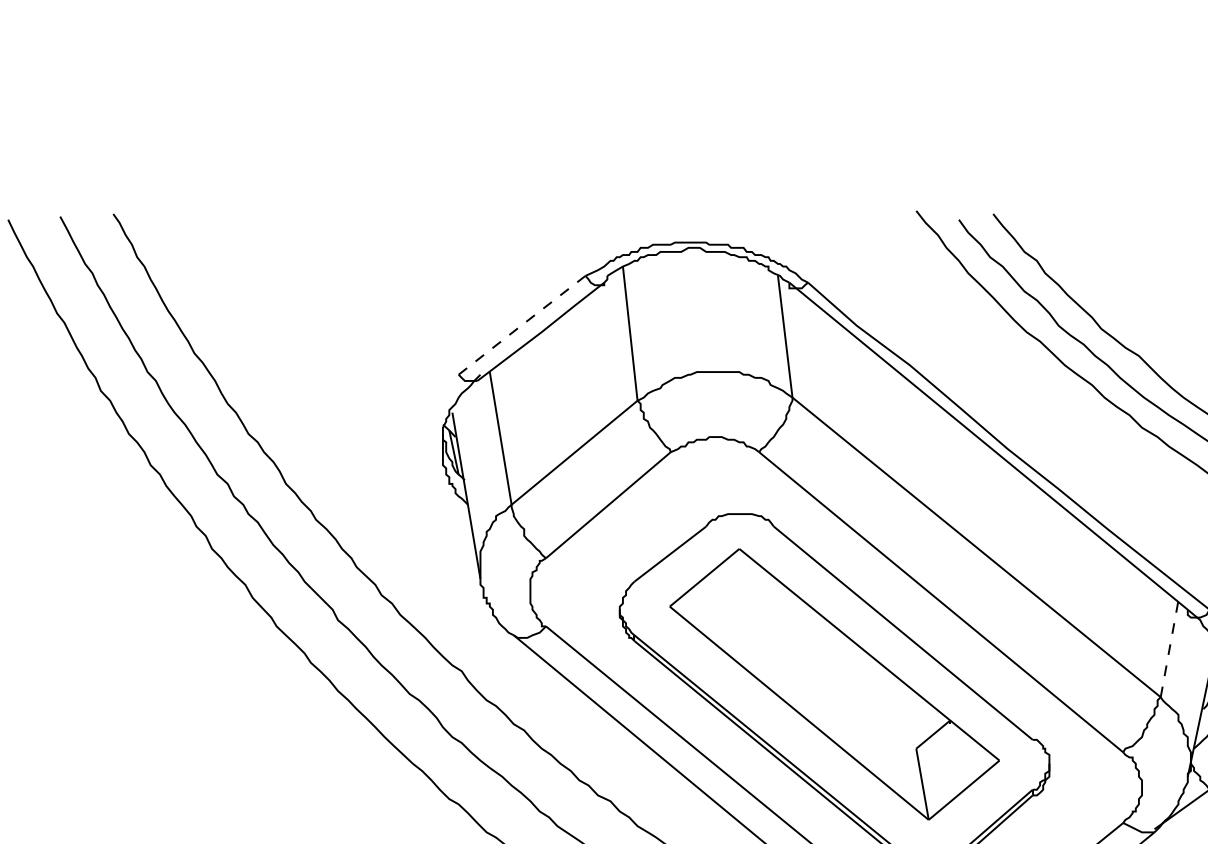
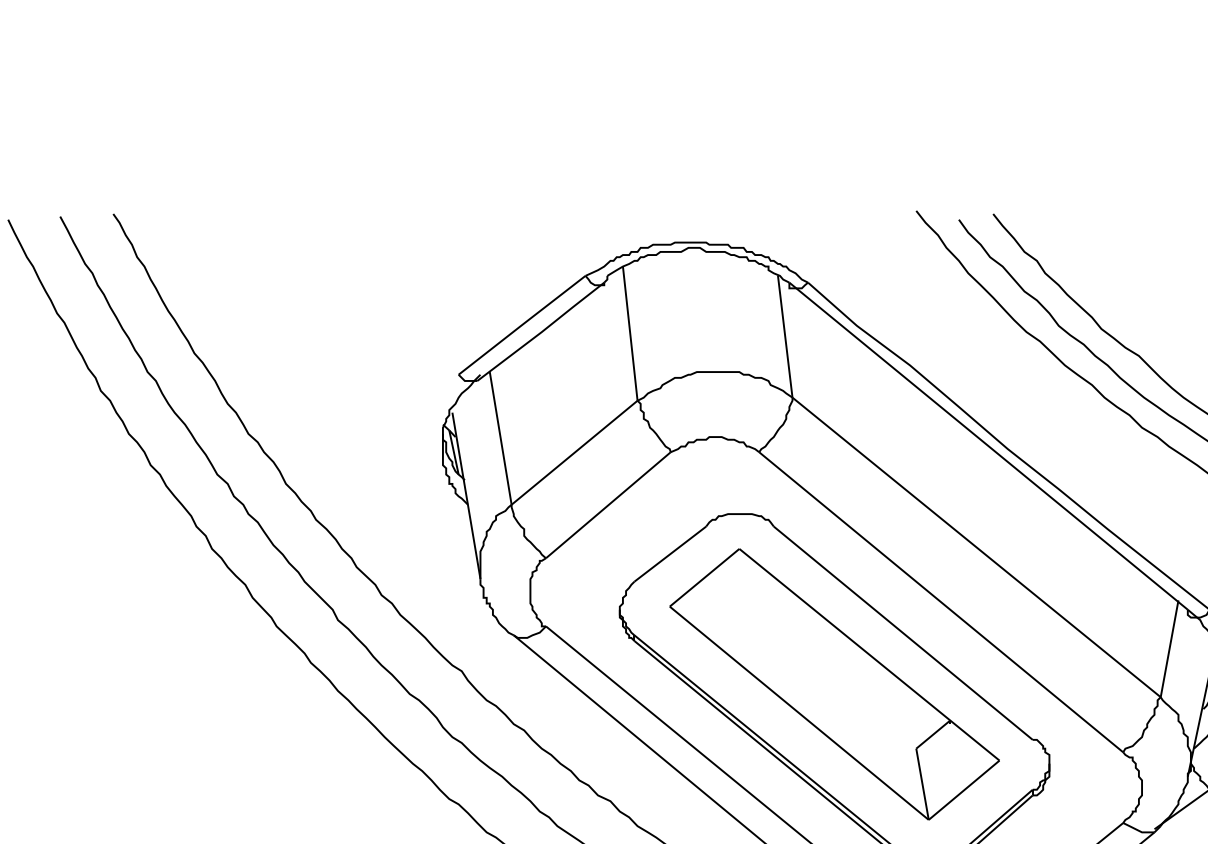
line at (521, 325): dashed -> solid
line at (1169, 648): dashed -> solid
